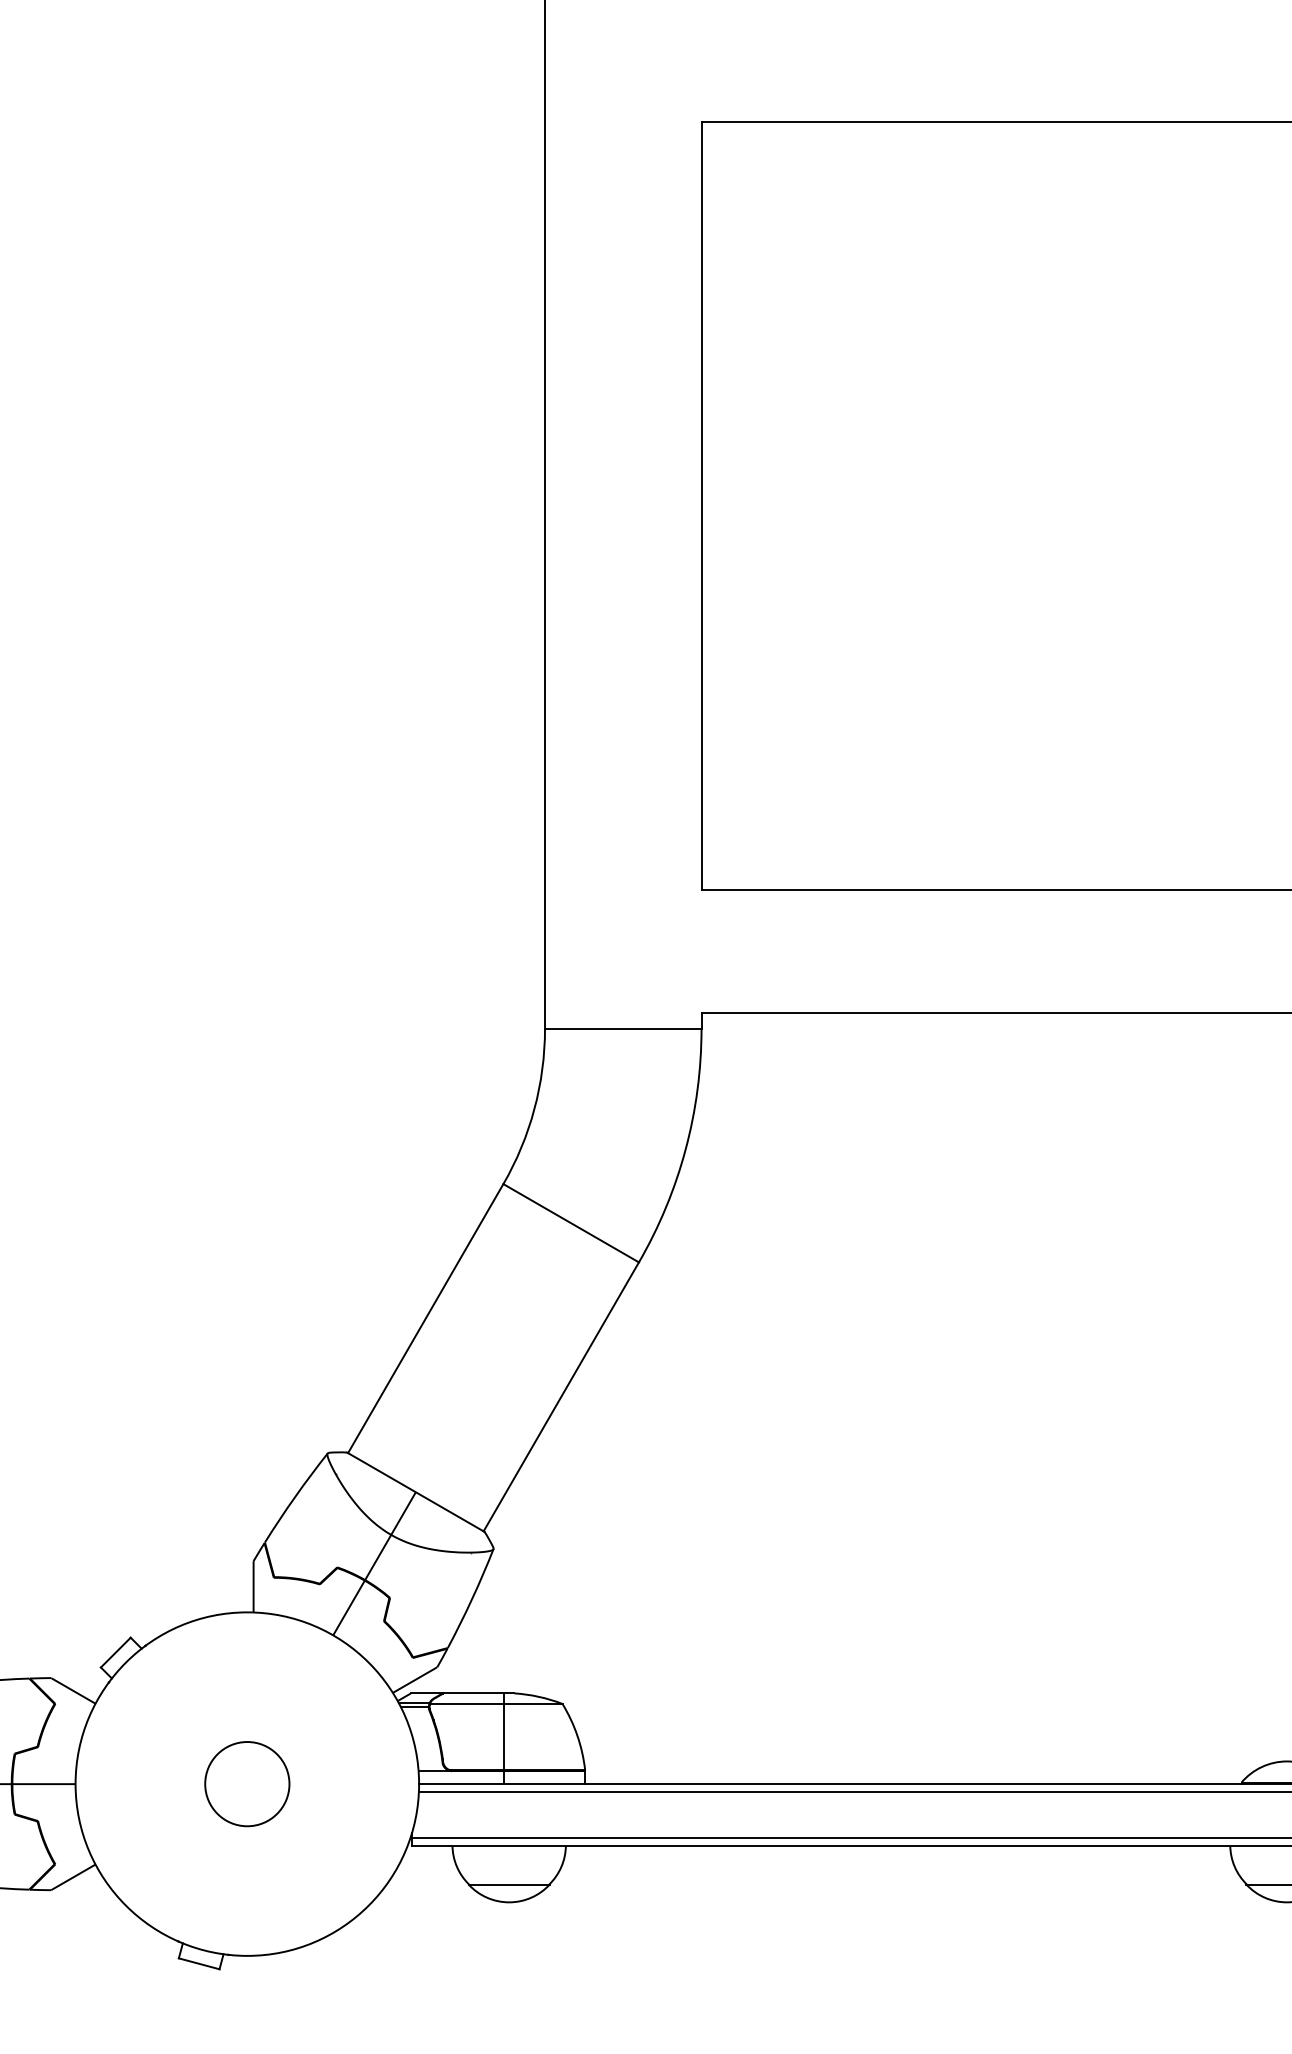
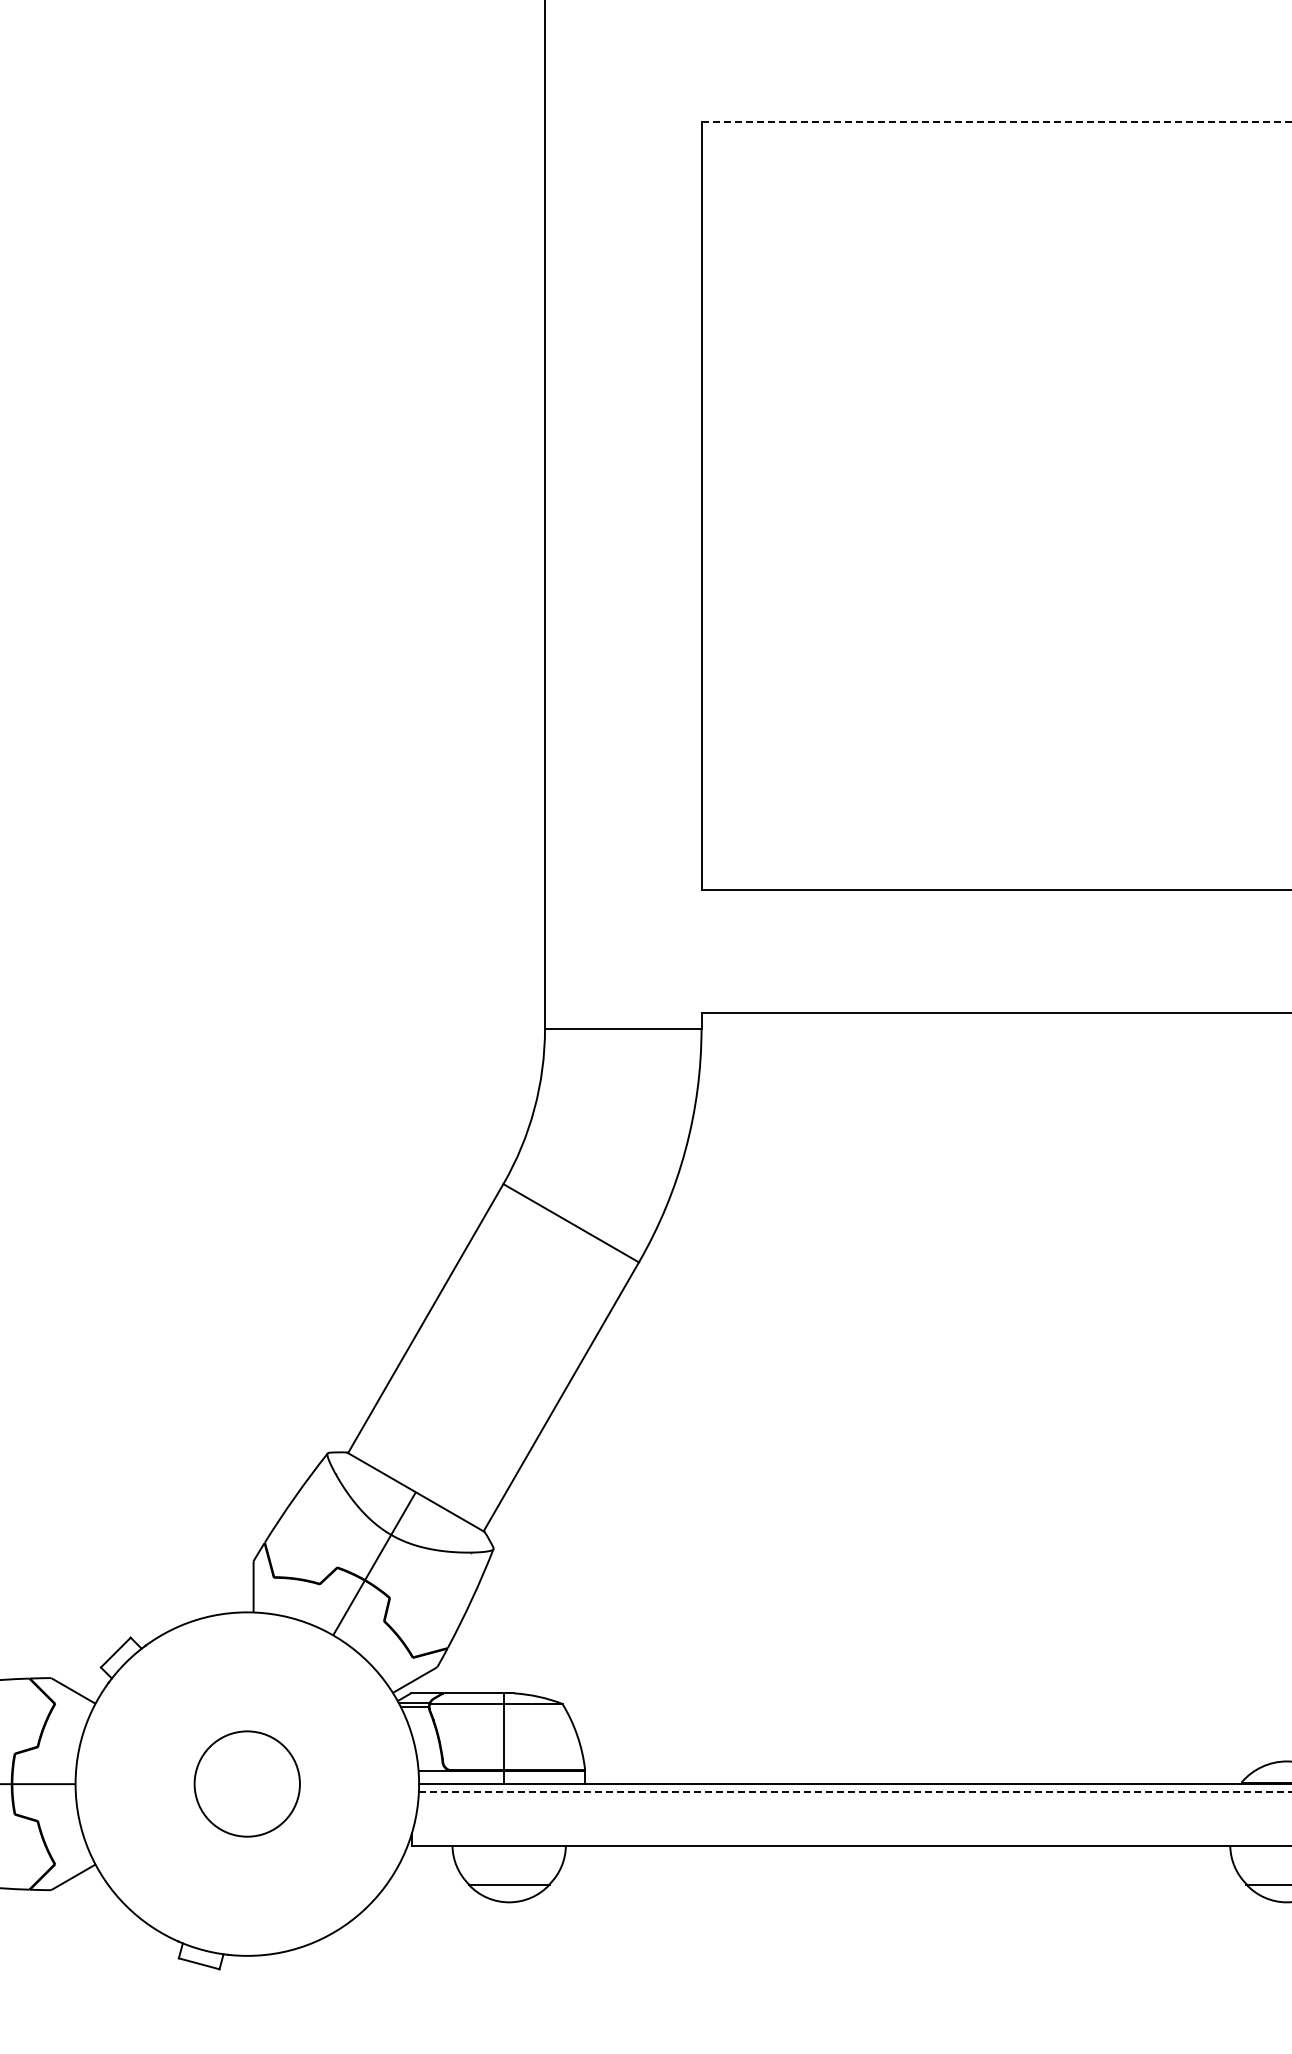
line at (996, 121): solid -> dashed
circle at (247, 1784) size: 87x87 px -> 108x108 px
line at (855, 1792): solid -> dashed
line at (849, 1837): present -> none
